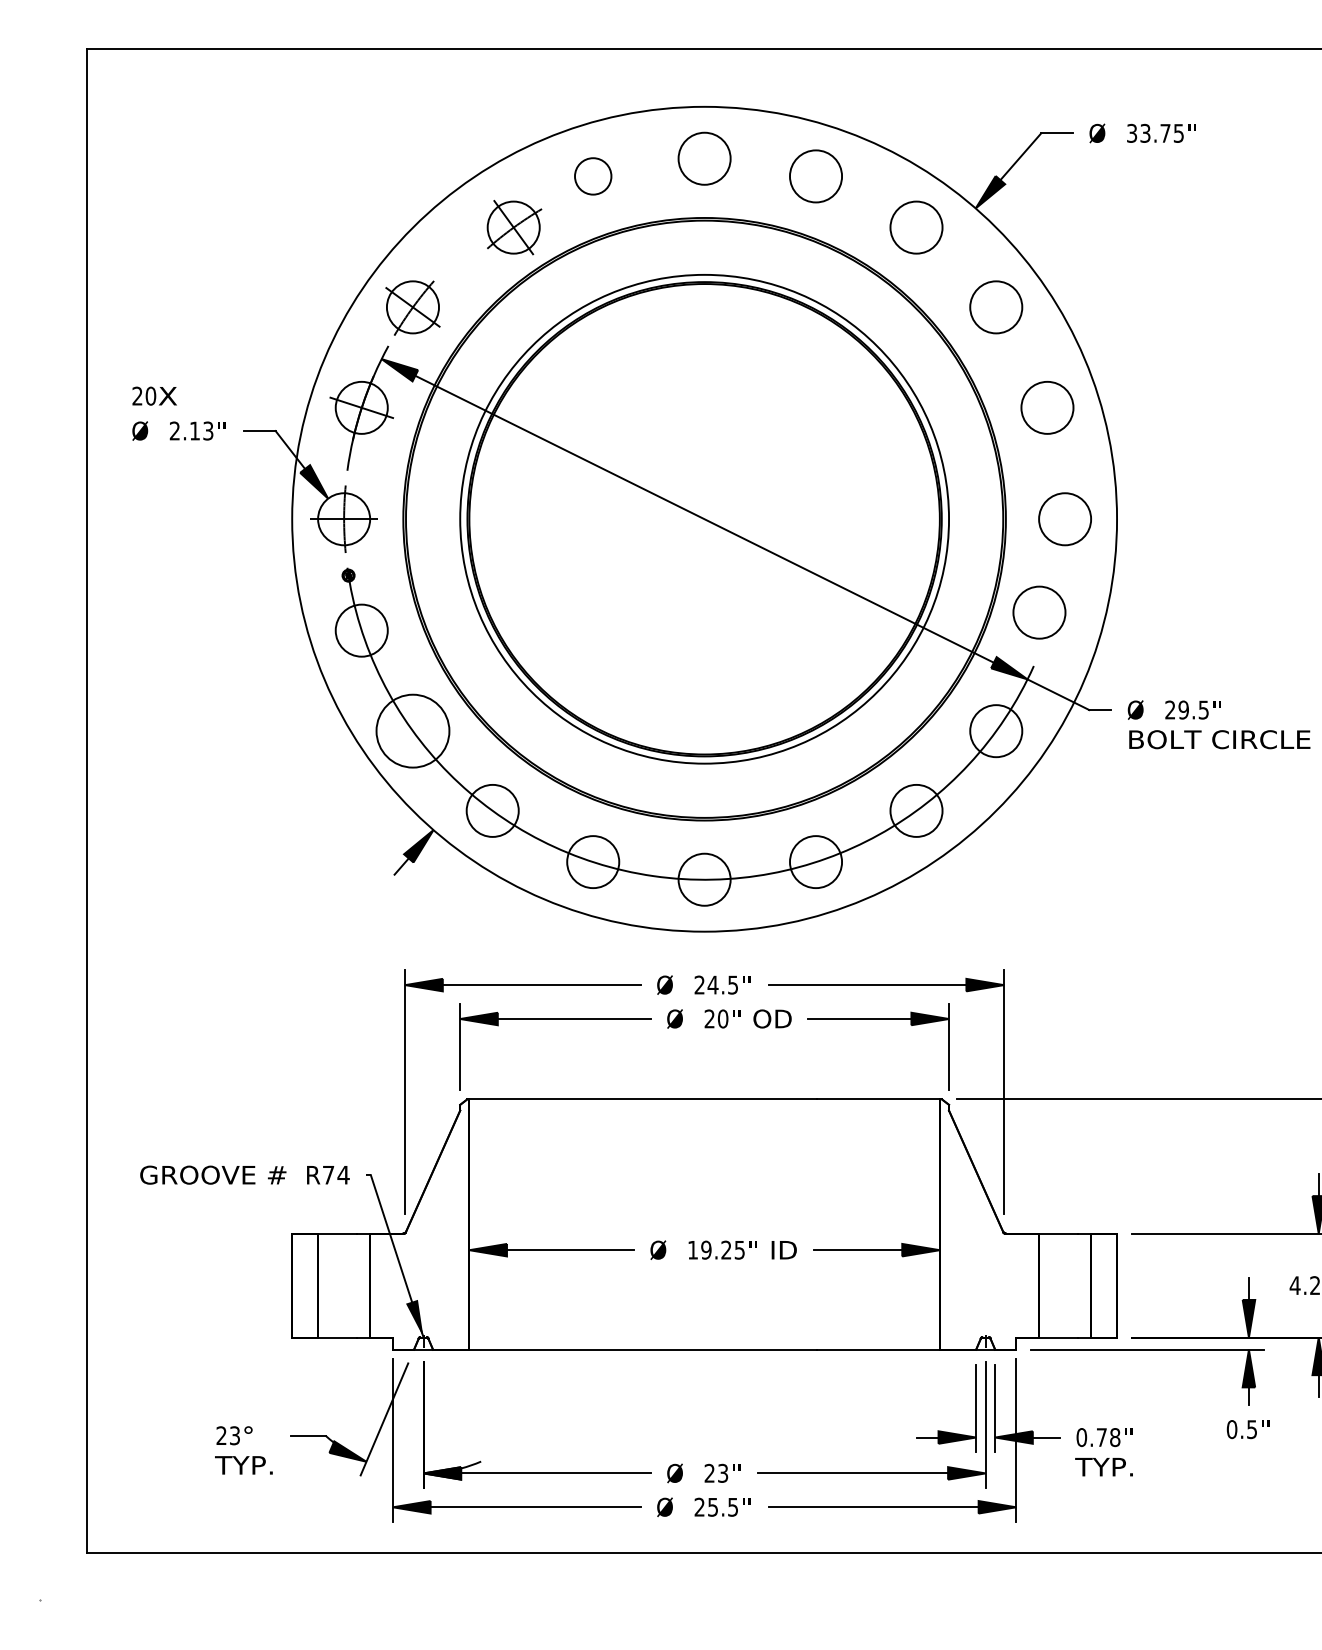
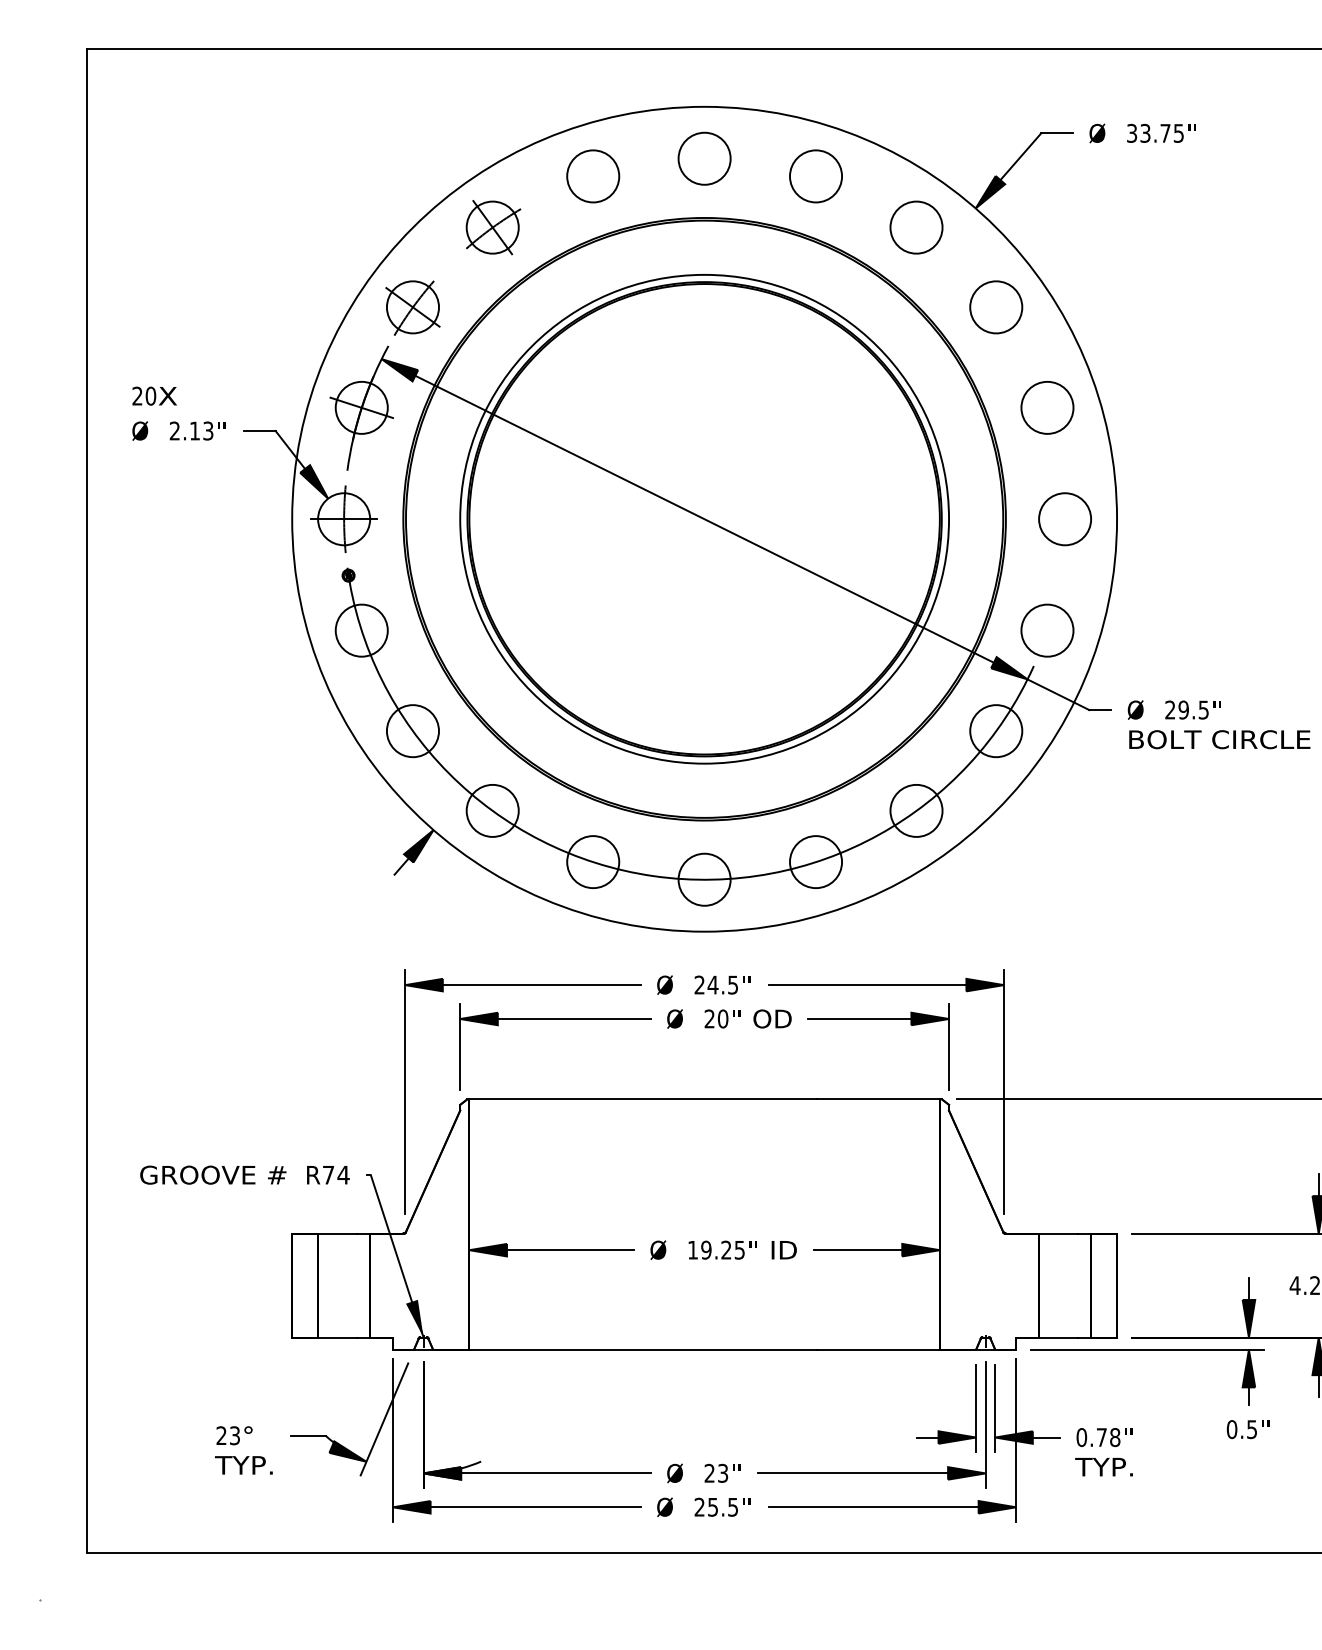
circle at (593, 176) diameter: 36 px -> 52 px
part at (514, 227) position: (514, 227) -> (493, 227)
circle at (1039, 612) position: (1039, 612) -> (1047, 630)
circle at (412, 730) diameter: 73 px -> 52 px
